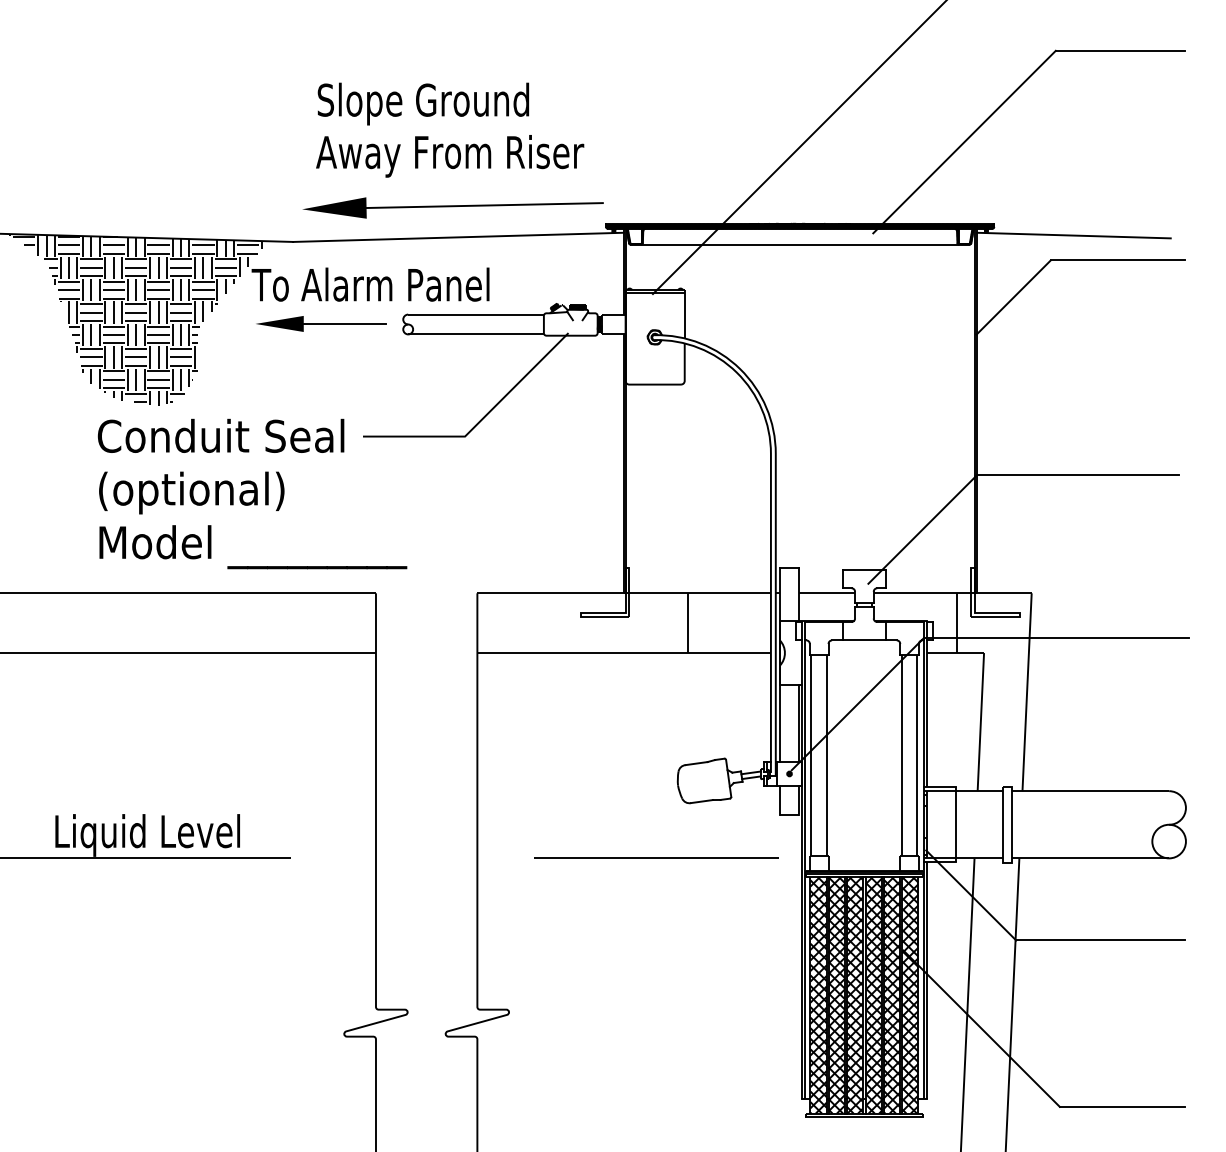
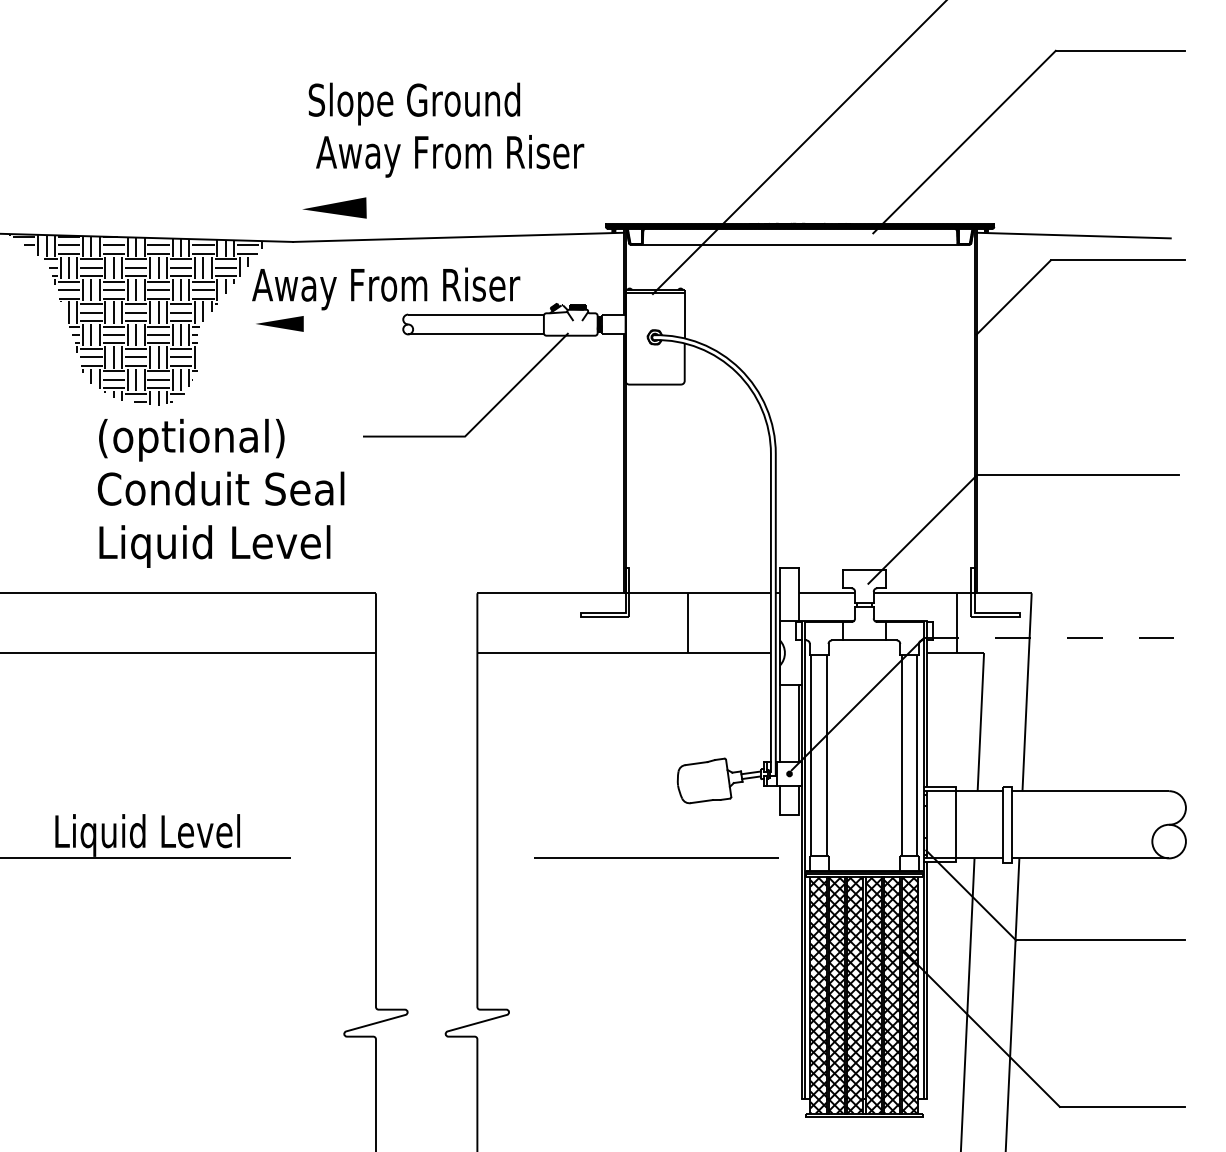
text at (423, 103) position: (423, 103) -> (414, 103)
line at (484, 205): present -> none
text at (385, 288): To Alarm Panel -> Away From Riser
line at (344, 323): present -> none
text at (220, 439): Conduit Seal -> (optional)
text at (220, 492): (optional) -> Conduit Seal
text at (255, 547): Model _________ -> Liquid Level
line at (1056, 638): solid -> dashed
